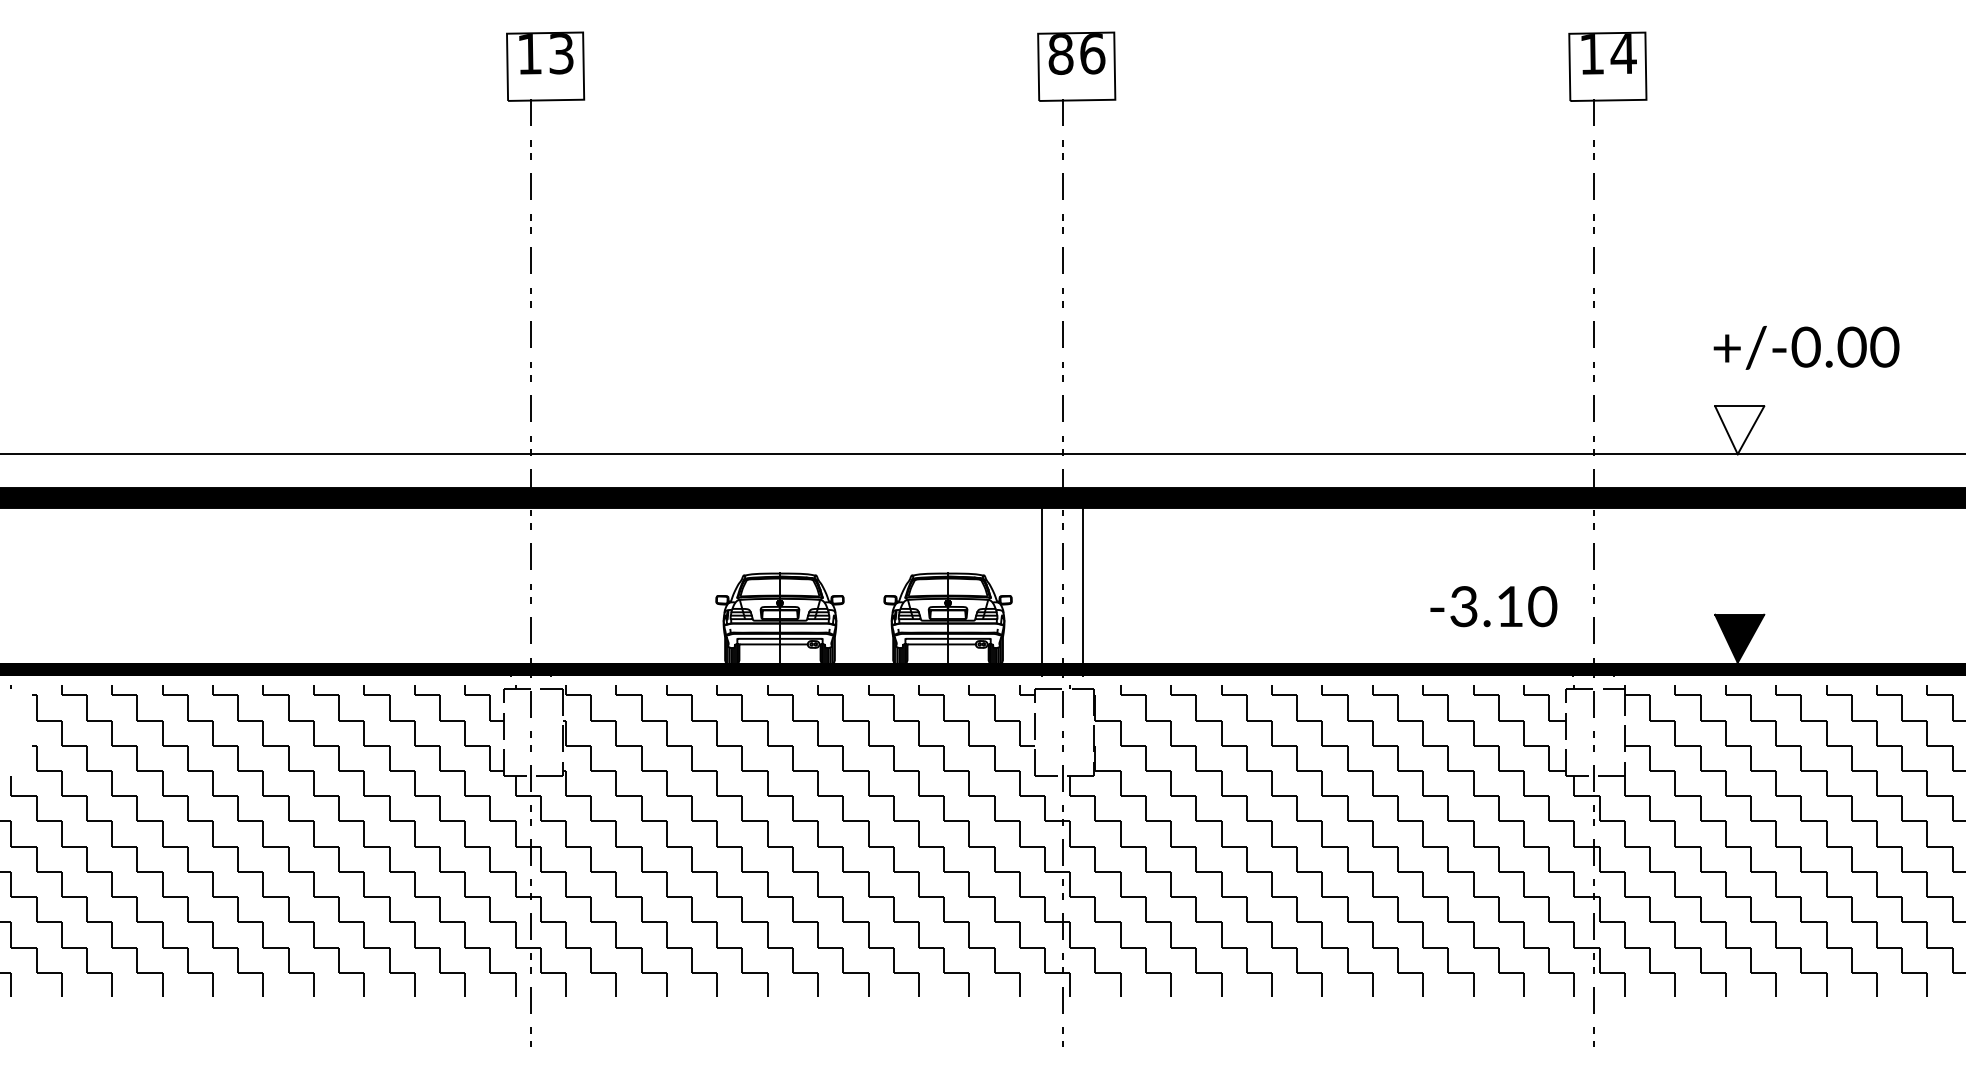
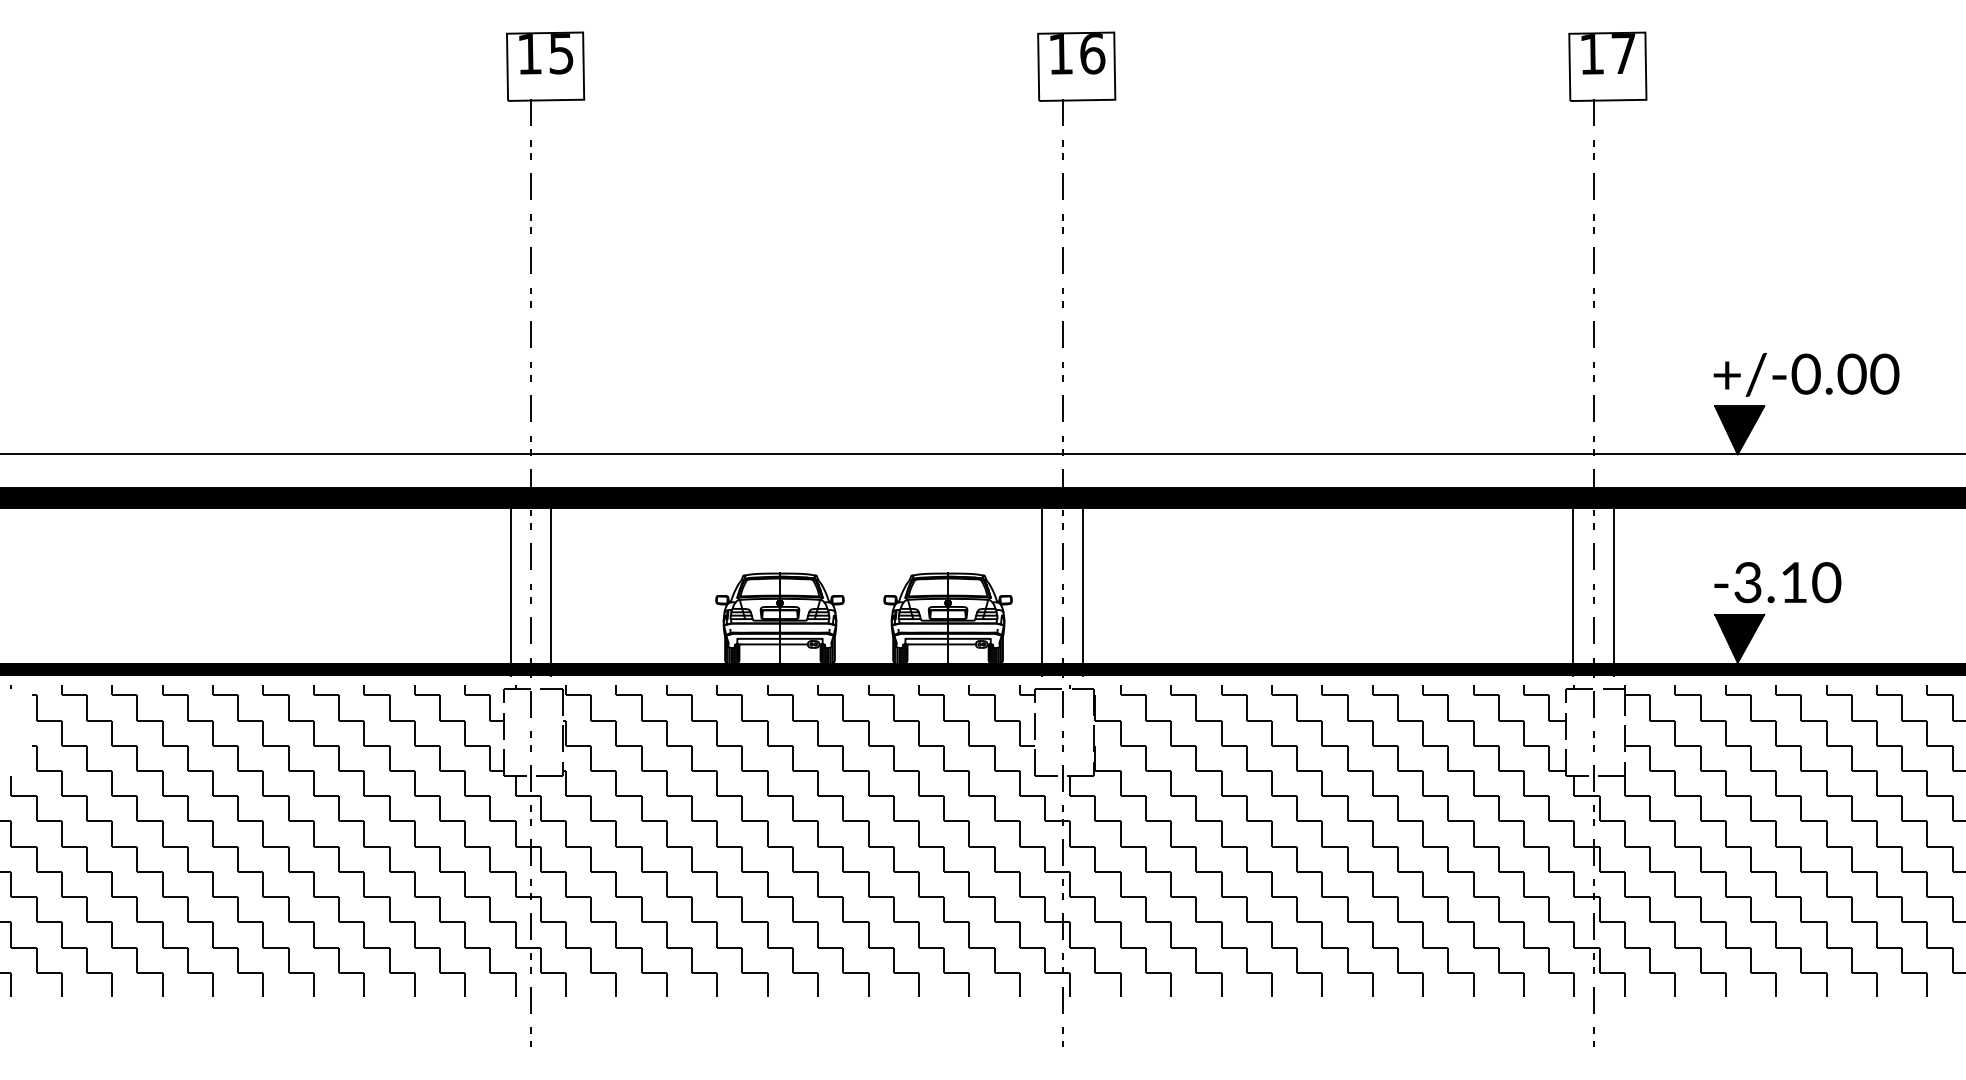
text at (561, 53): 13 -> 15
text at (1623, 53): 14 -> 17
text at (1060, 54): 86 -> 16
text at (1806, 347) position: (1806, 347) -> (1806, 374)
fill at (1739, 430): none -> present
line at (511, 585): none -> present
line at (551, 585): none -> present
line at (1573, 585): none -> present
line at (1613, 585): none -> present
text at (1493, 606) position: (1493, 606) -> (1777, 582)
